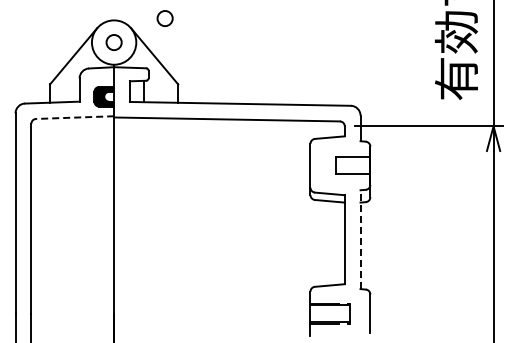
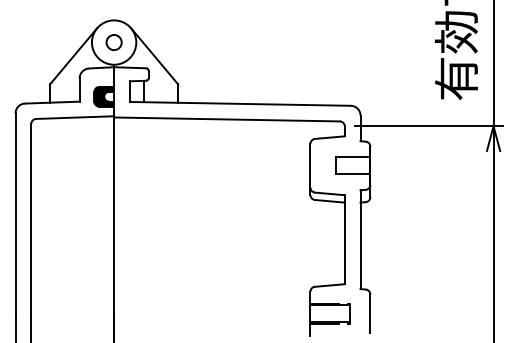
circle at (164, 18): present -> none
line at (74, 117): dashed -> solid
line at (360, 239): dashed -> solid
